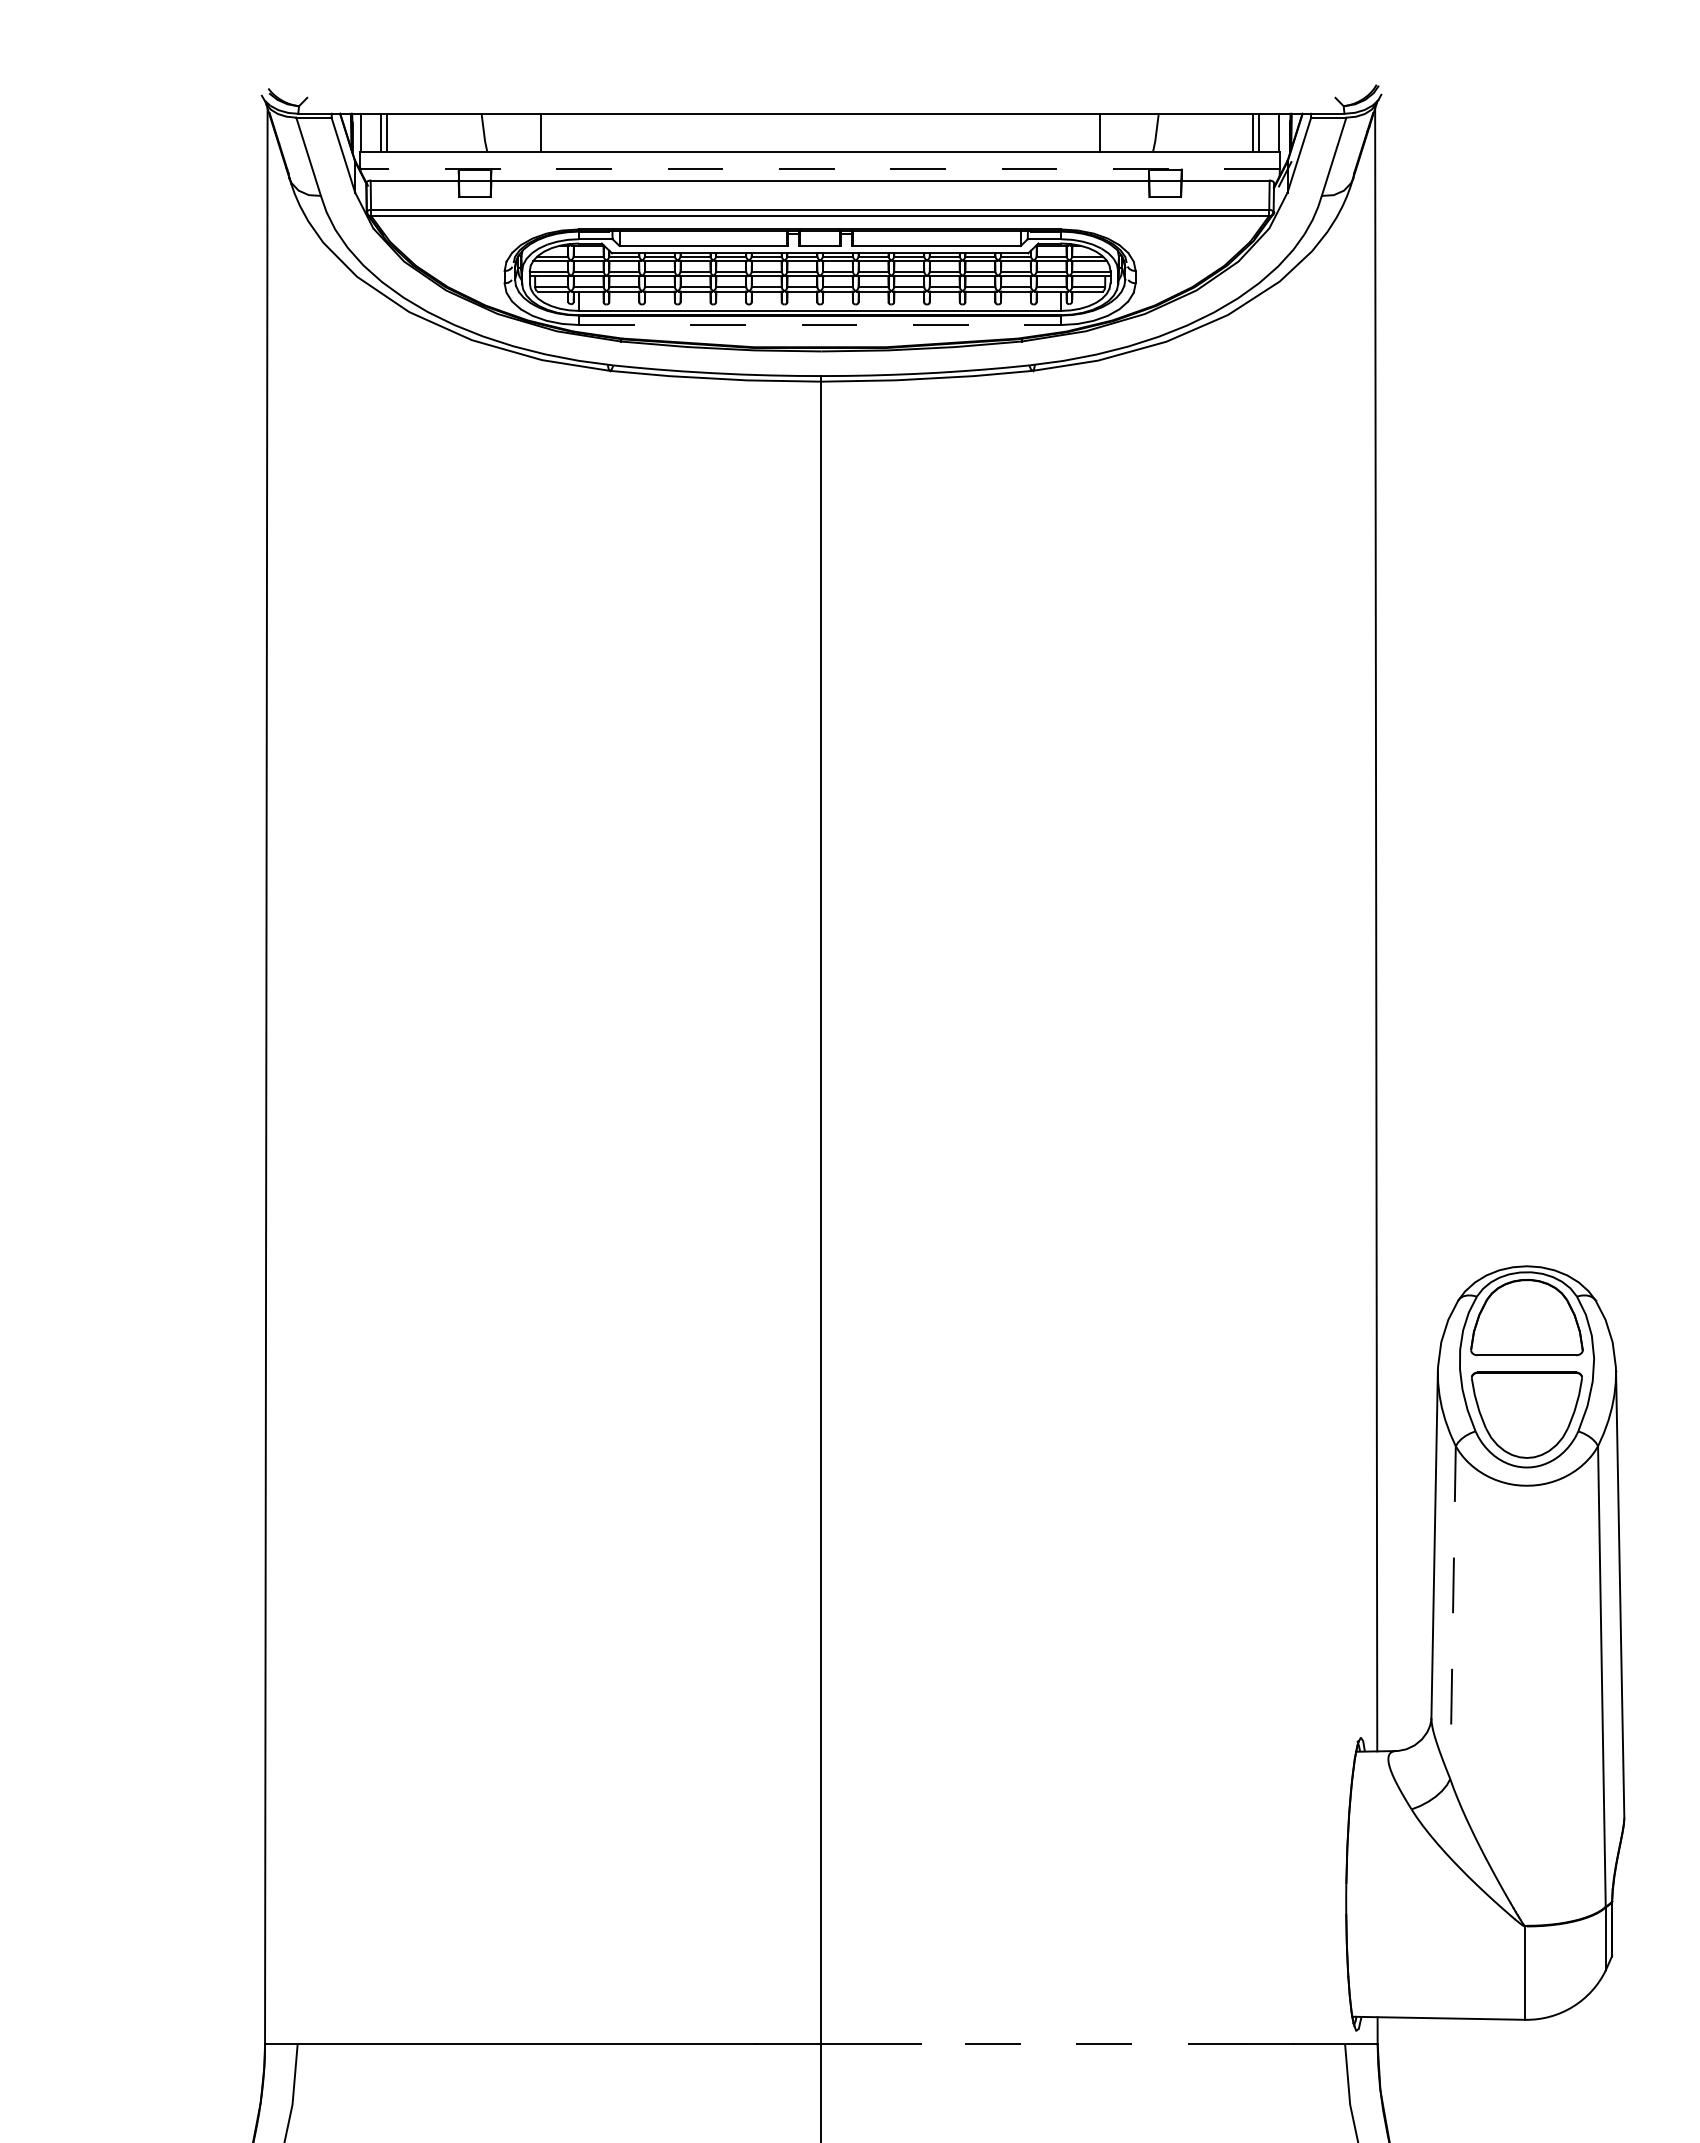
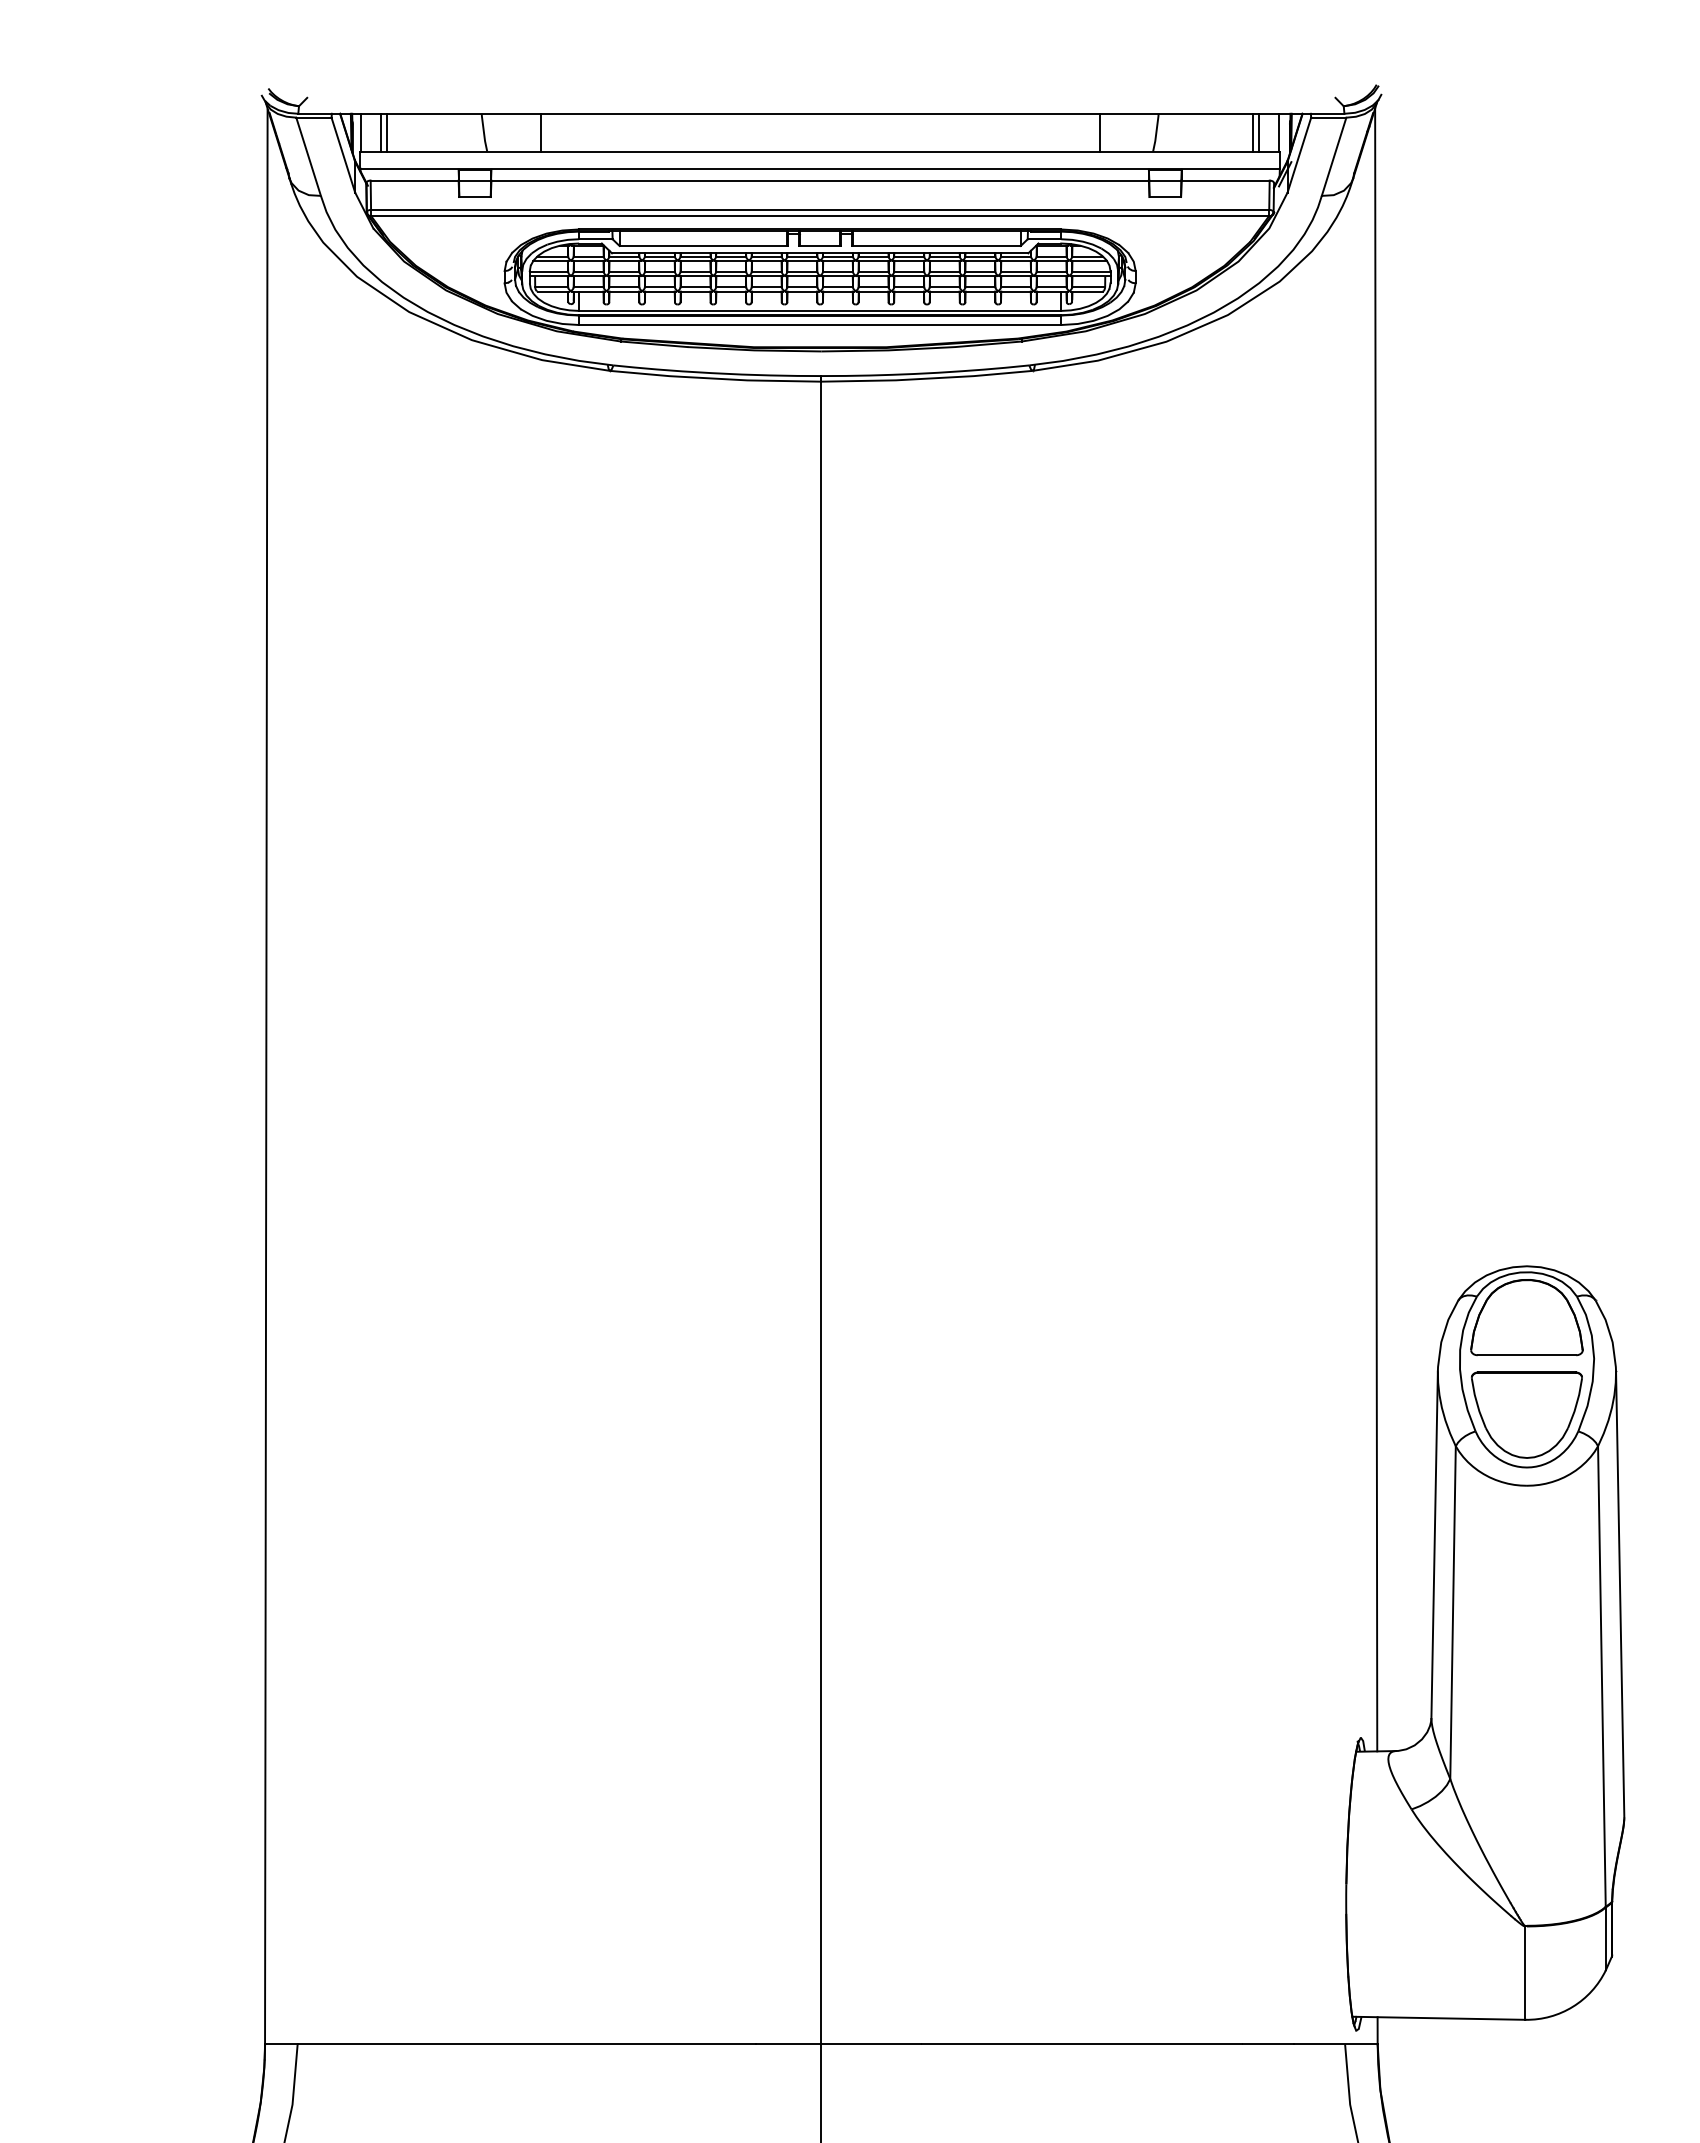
line at (820, 168): dashed -> solid
line at (820, 325): dashed -> solid
line at (1453, 1613): dashed -> solid
line at (1082, 2044): dashed -> solid
